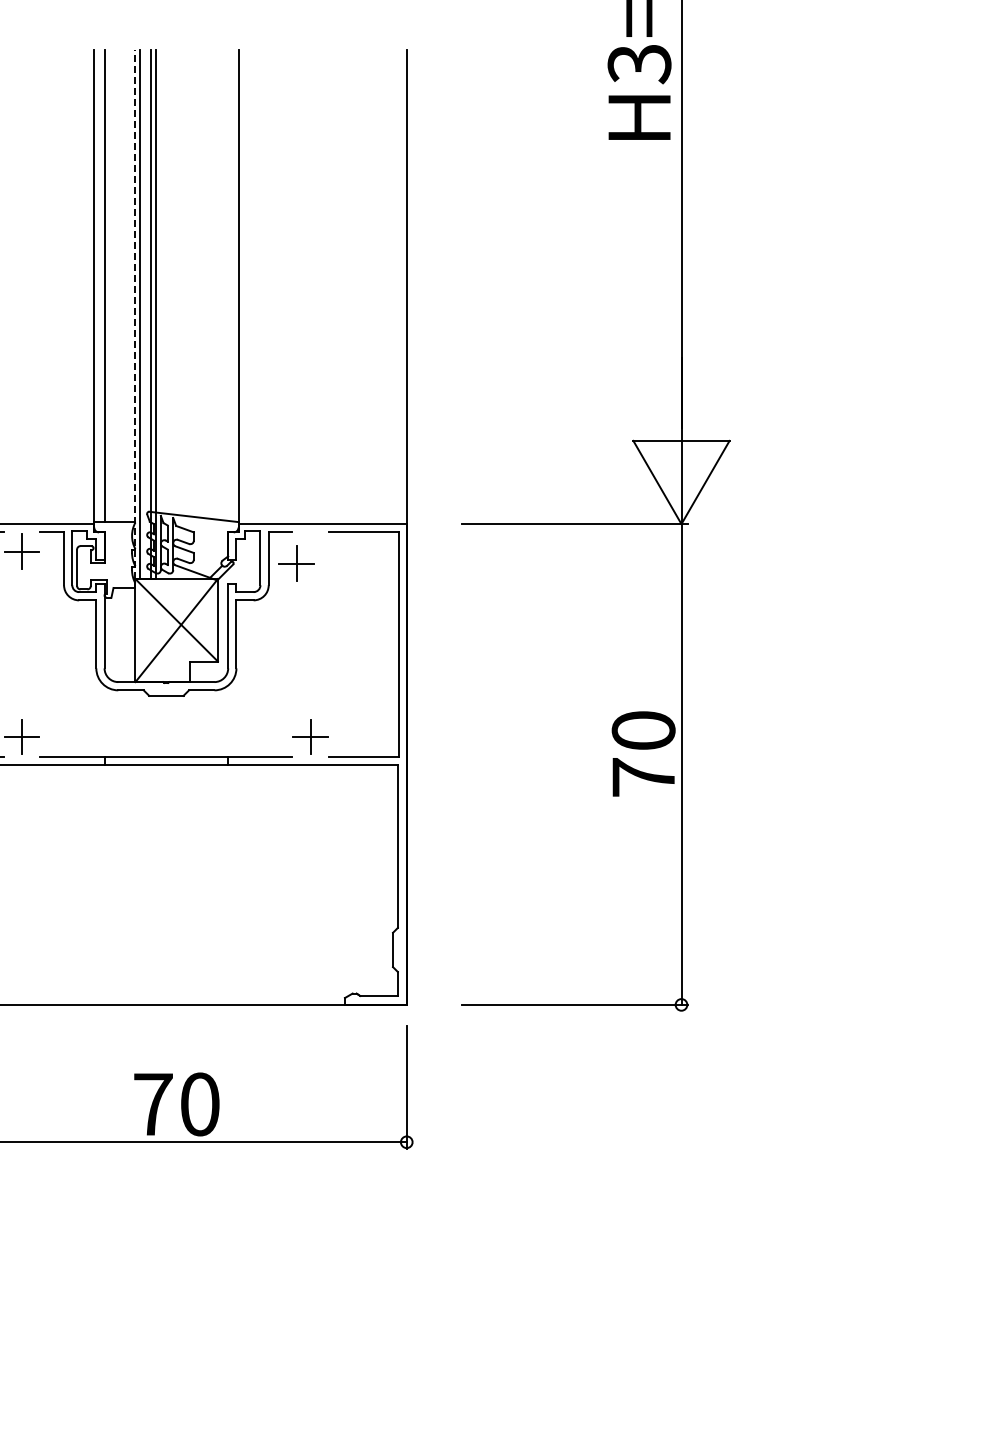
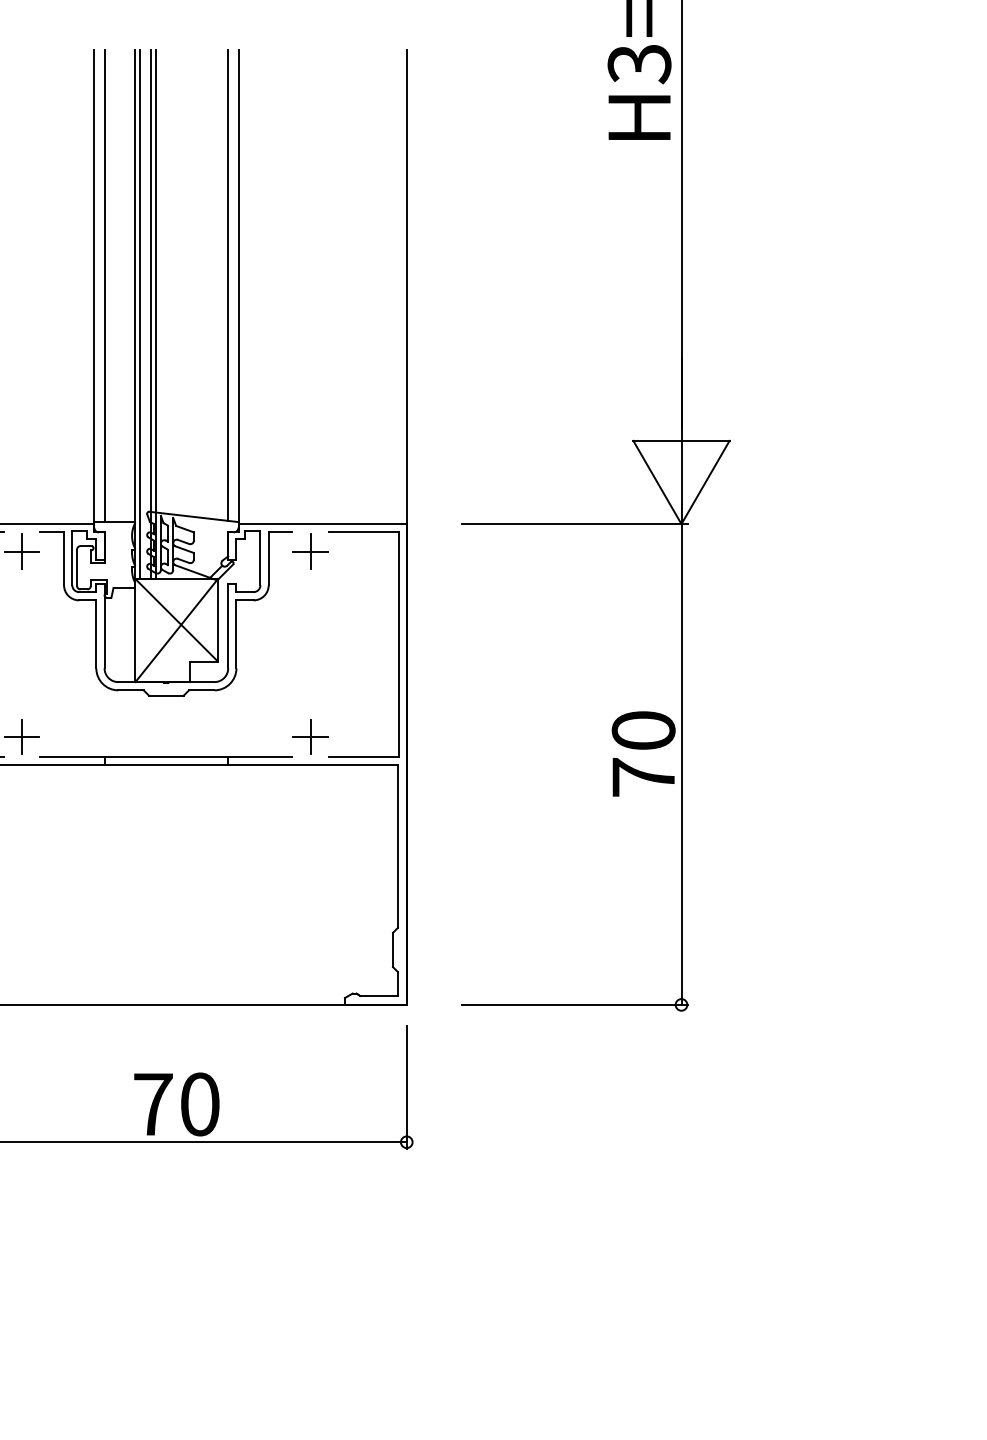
line at (228, 285): none -> present
line at (135, 314): dashed -> solid
part at (296, 563) position: (296, 563) -> (310, 551)
